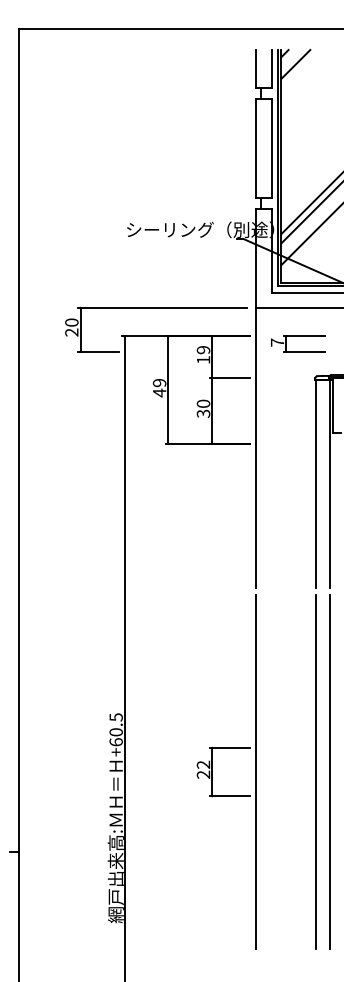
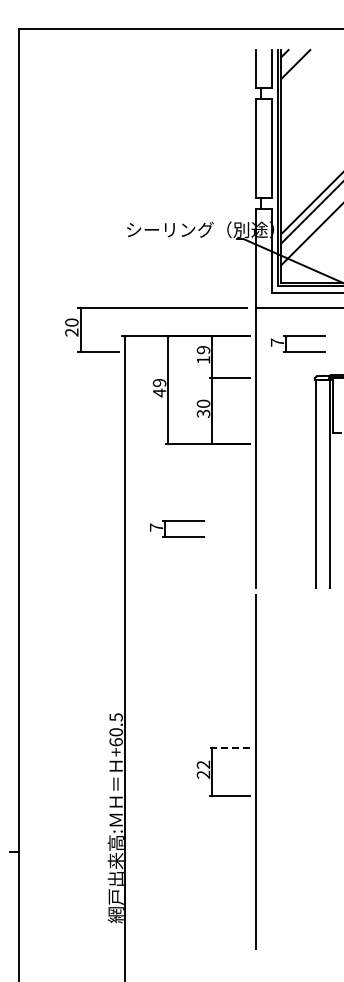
part at (177, 521): none -> present
line at (229, 747): solid -> dashed
line at (315, 771): present -> none
line at (330, 771): present -> none
